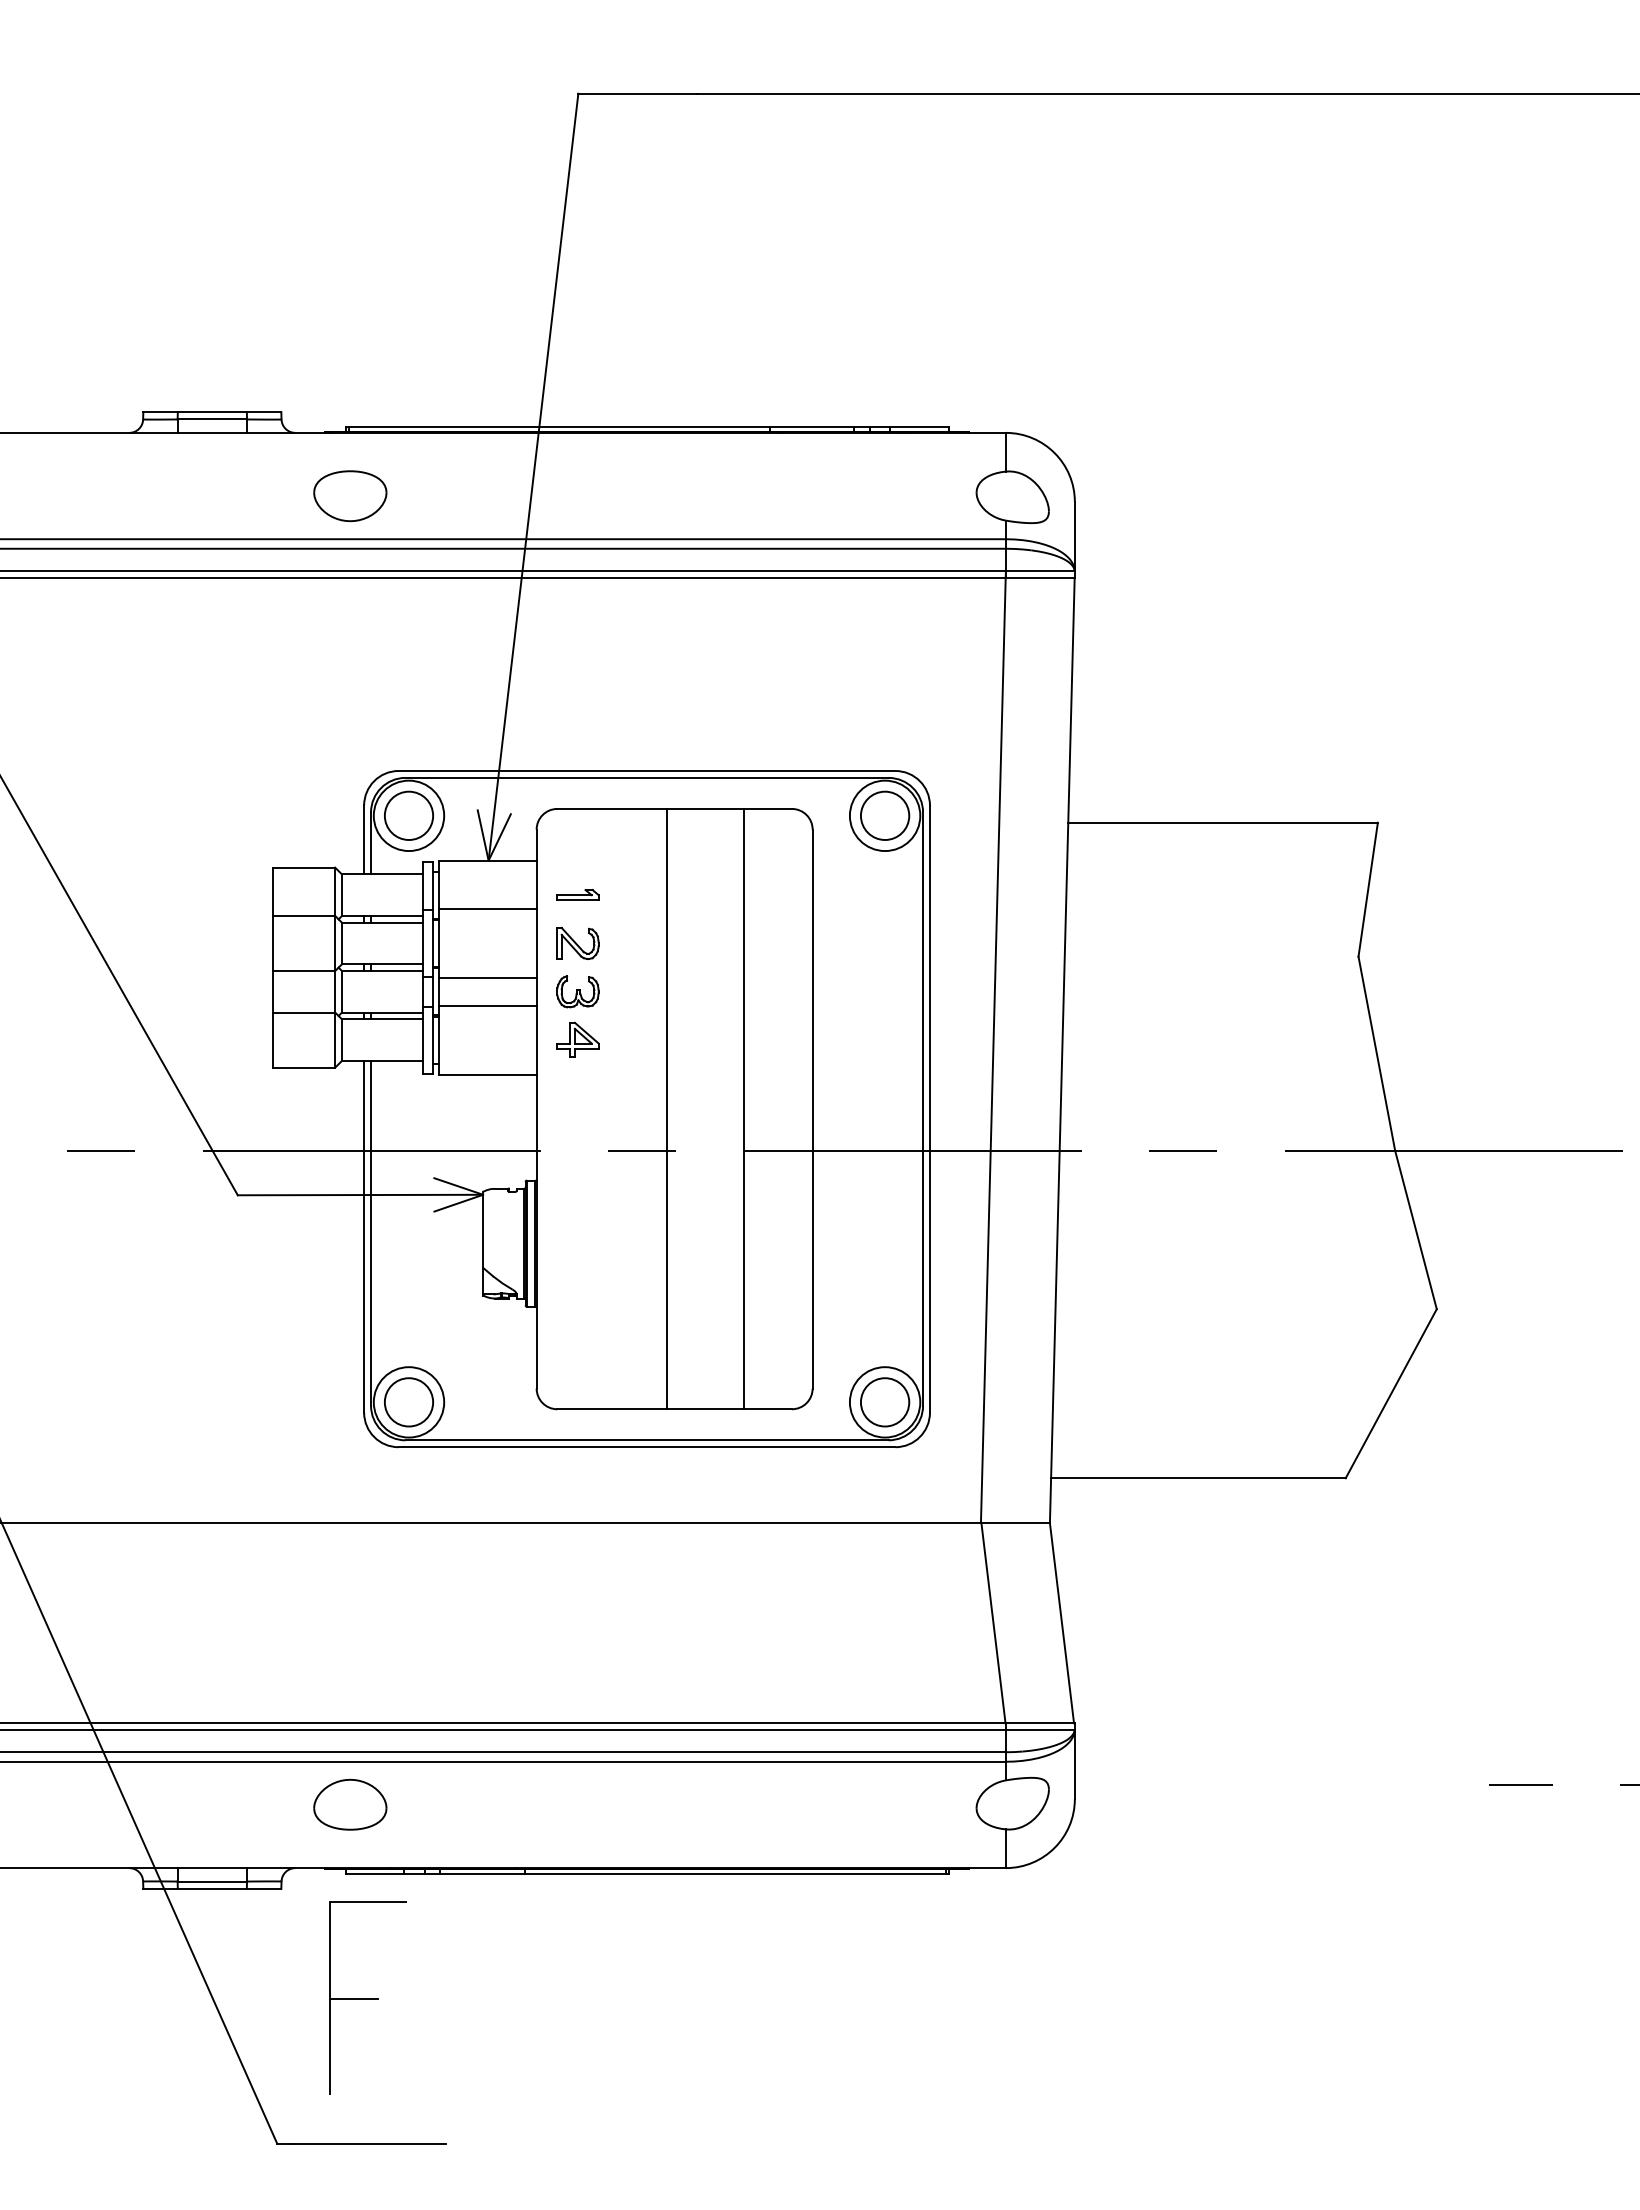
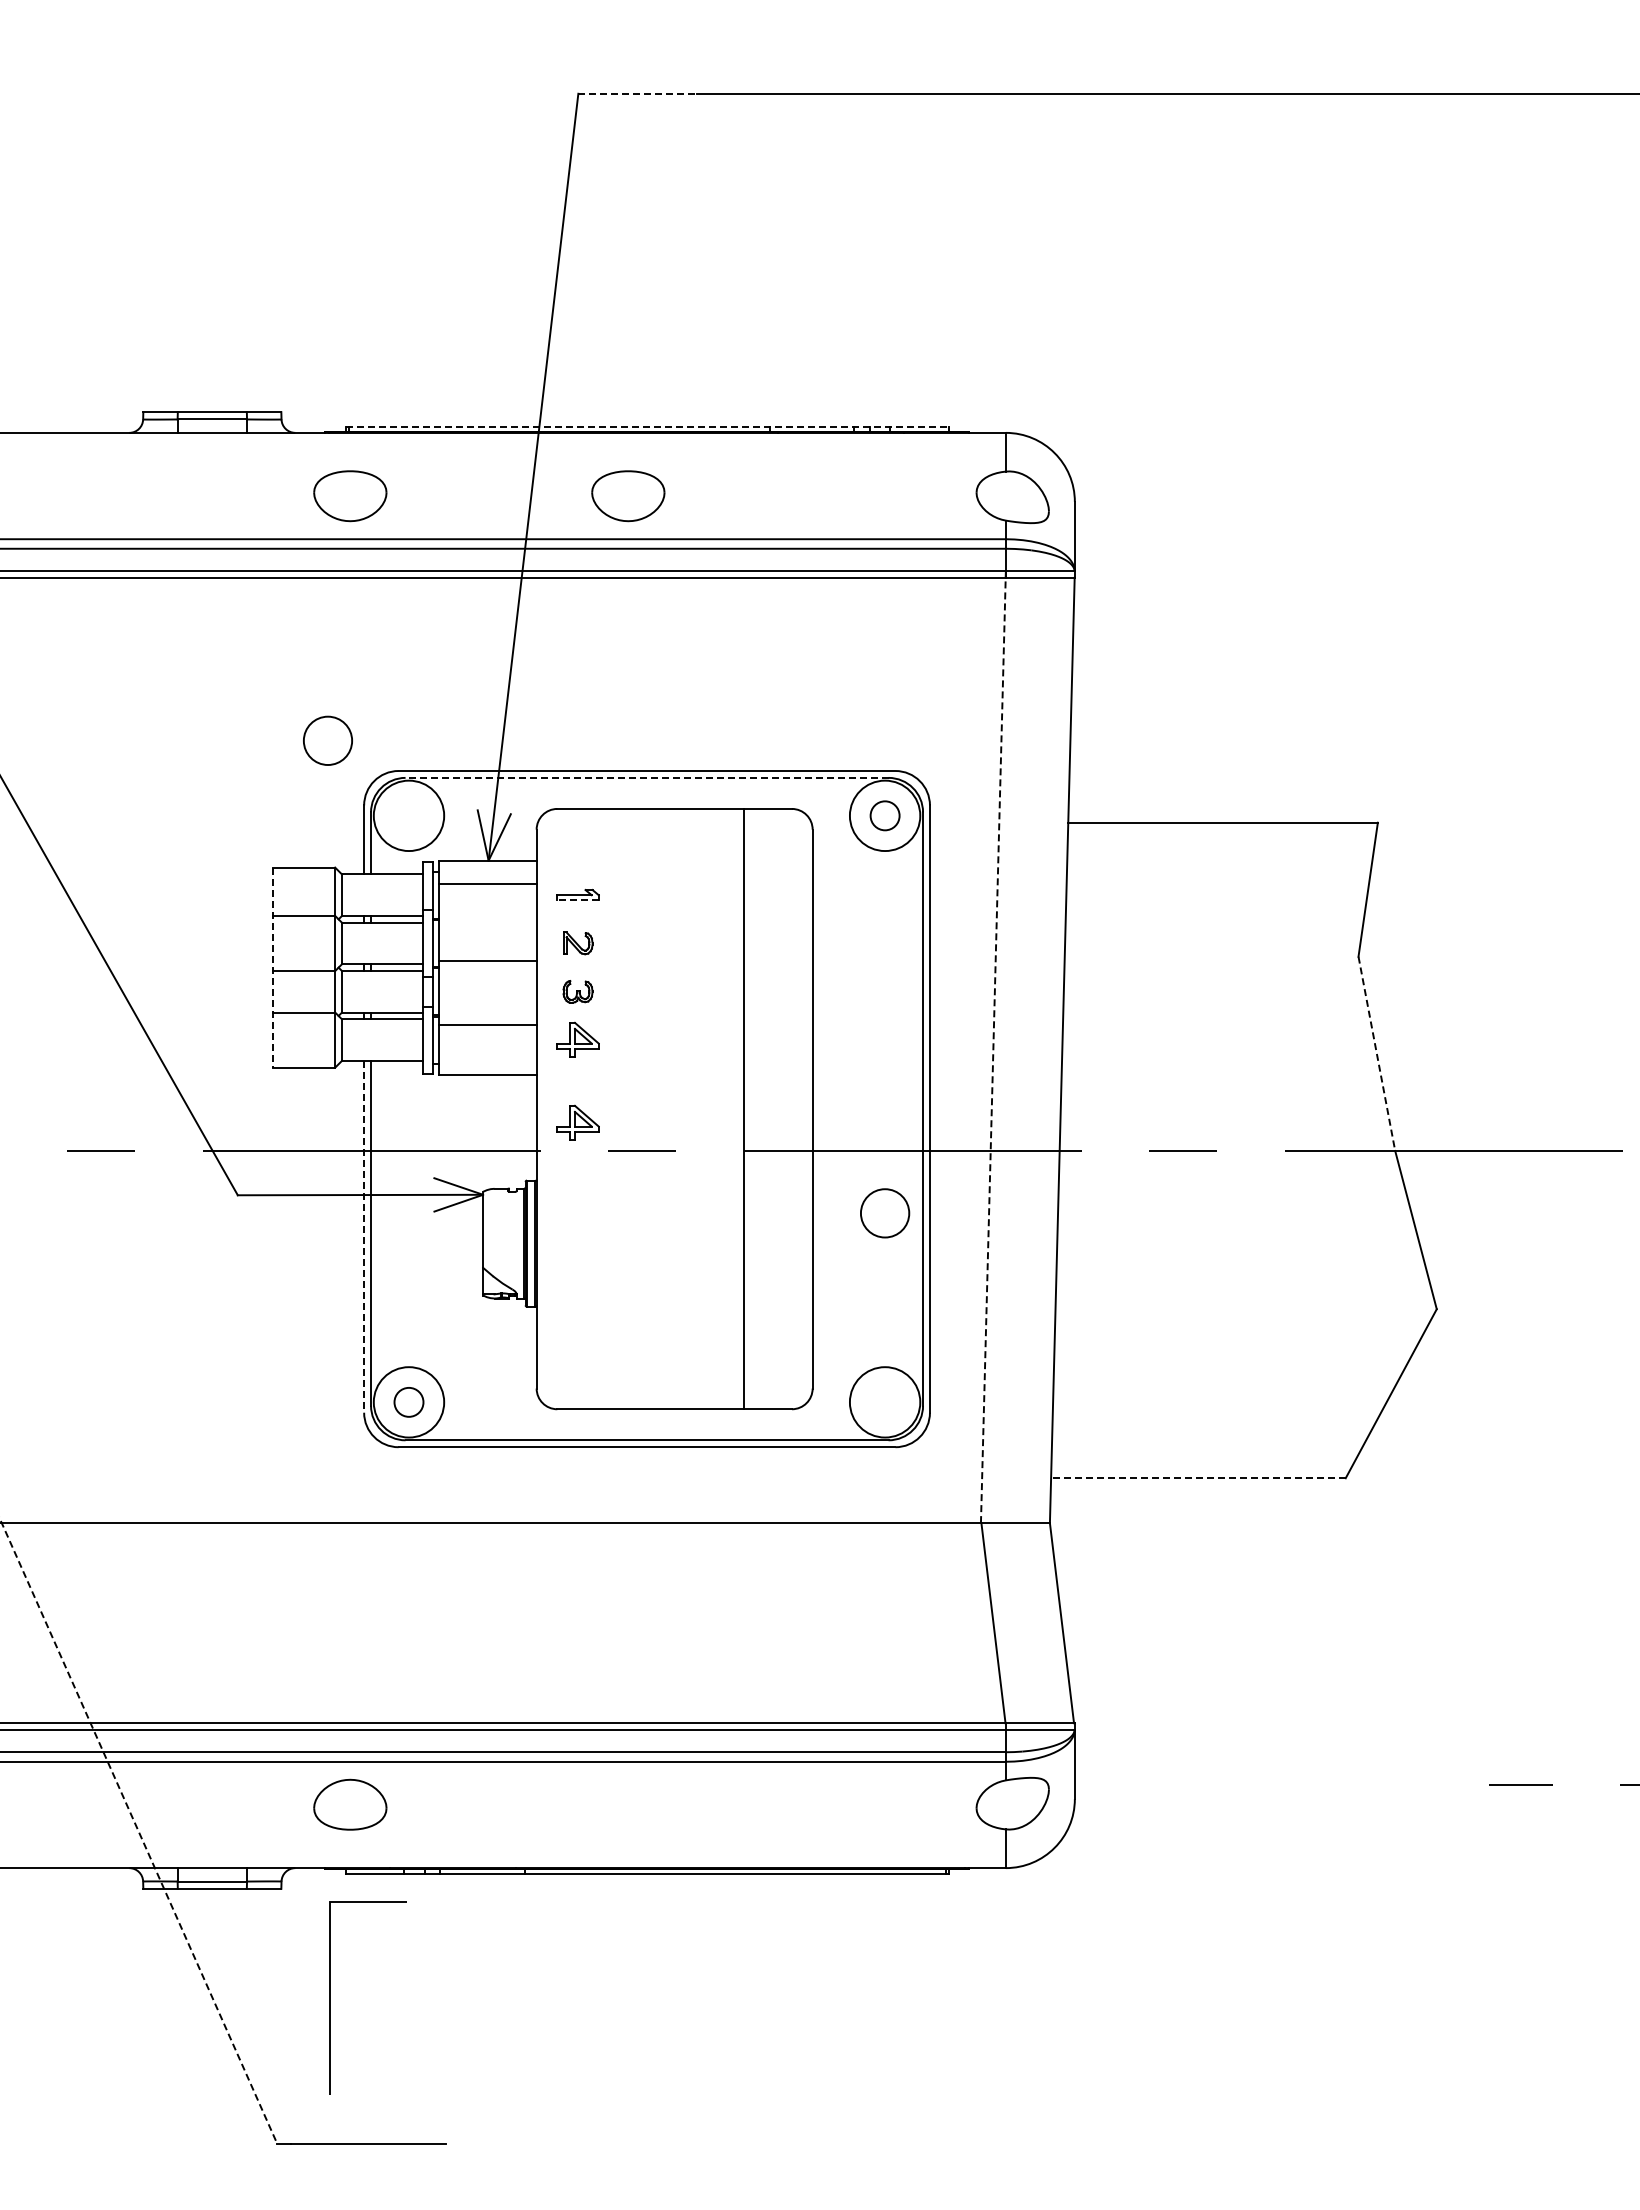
line at (638, 93): solid -> dashed
line at (647, 427): solid -> dashed
part at (628, 496): none -> present
line at (647, 777): solid -> dashed
circle at (408, 815) position: (408, 815) -> (327, 740)
circle at (884, 815) diameter: 48 px -> 29 px
line at (578, 900): solid -> dashed
line at (487, 909) position: (487, 909) -> (487, 884)
part at (577, 942) size: 44x34 px -> 31x25 px
line at (273, 968): solid -> dashed
line at (487, 978) position: (487, 978) -> (487, 961)
part at (577, 991) size: 44x34 px -> 32x24 px
line at (487, 1005) position: (487, 1005) -> (487, 1024)
line at (993, 1046): solid -> dashed
line at (1376, 1053): solid -> dashed
line at (667, 1108): present -> none
part at (577, 1122): none -> present
line at (364, 1236): solid -> dashed
circle at (408, 1402) diameter: 48 px -> 29 px
circle at (885, 1402) position: (885, 1402) -> (885, 1213)
line at (1197, 1478): solid -> dashed
line at (138, 1831): solid -> dashed
line at (353, 1998): present -> none
